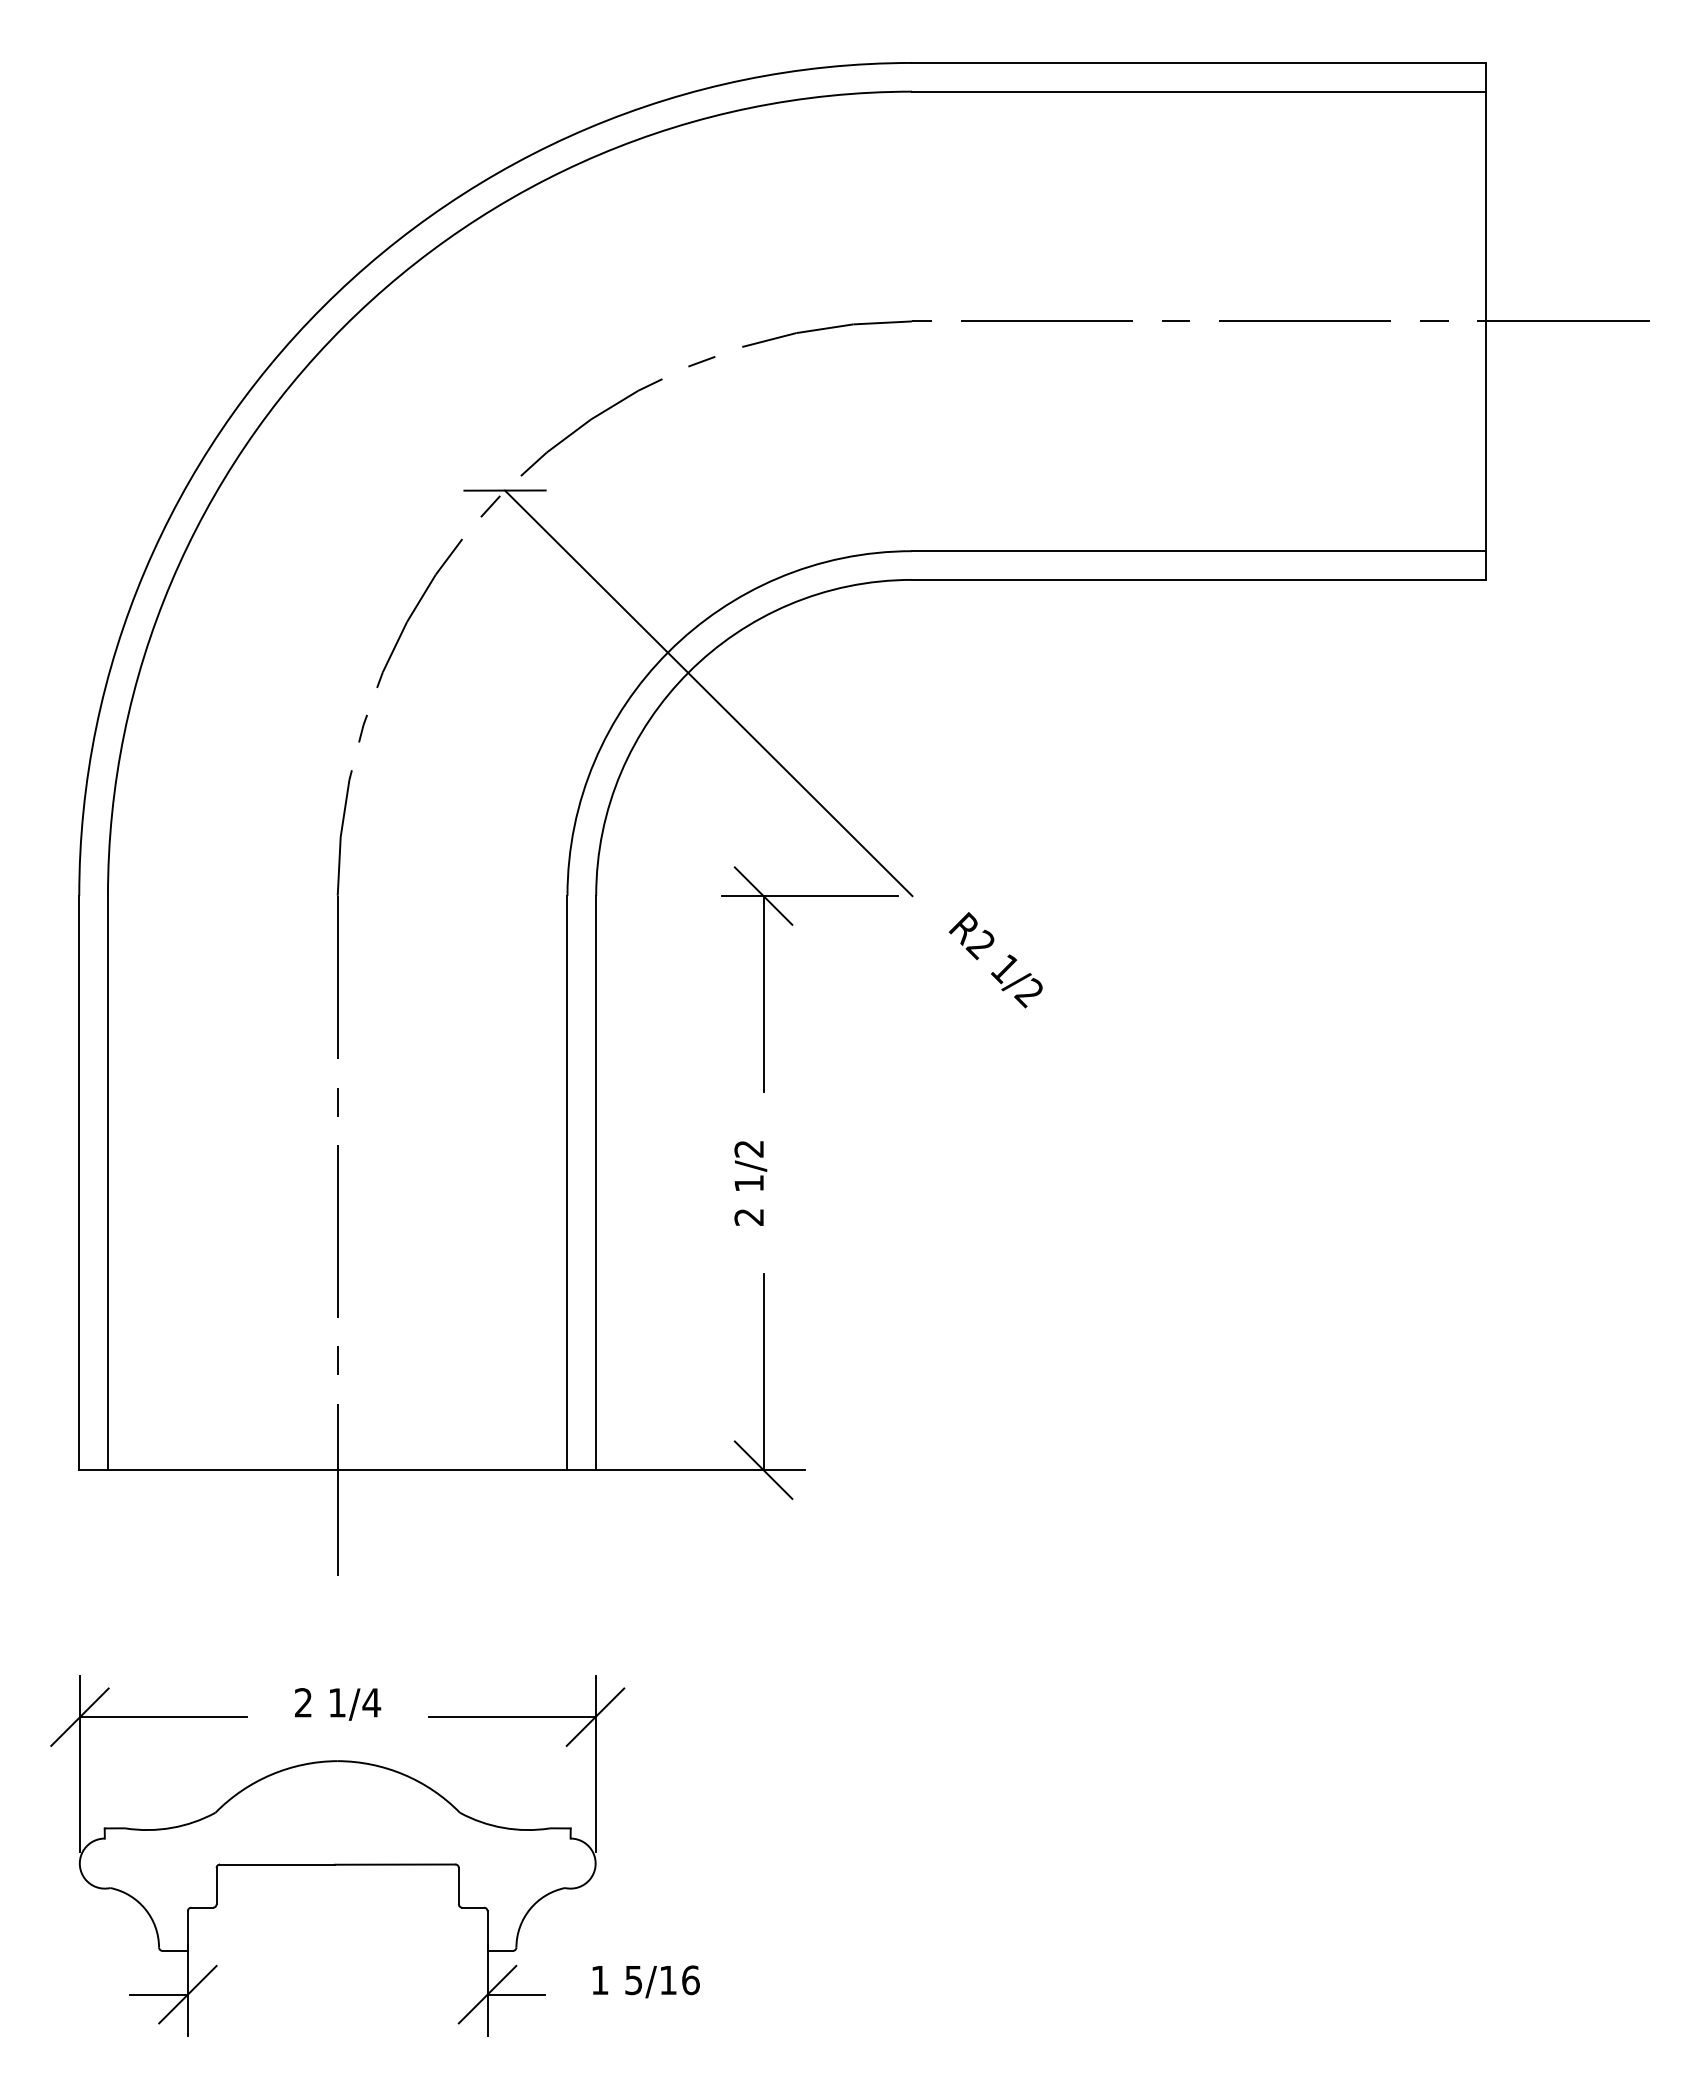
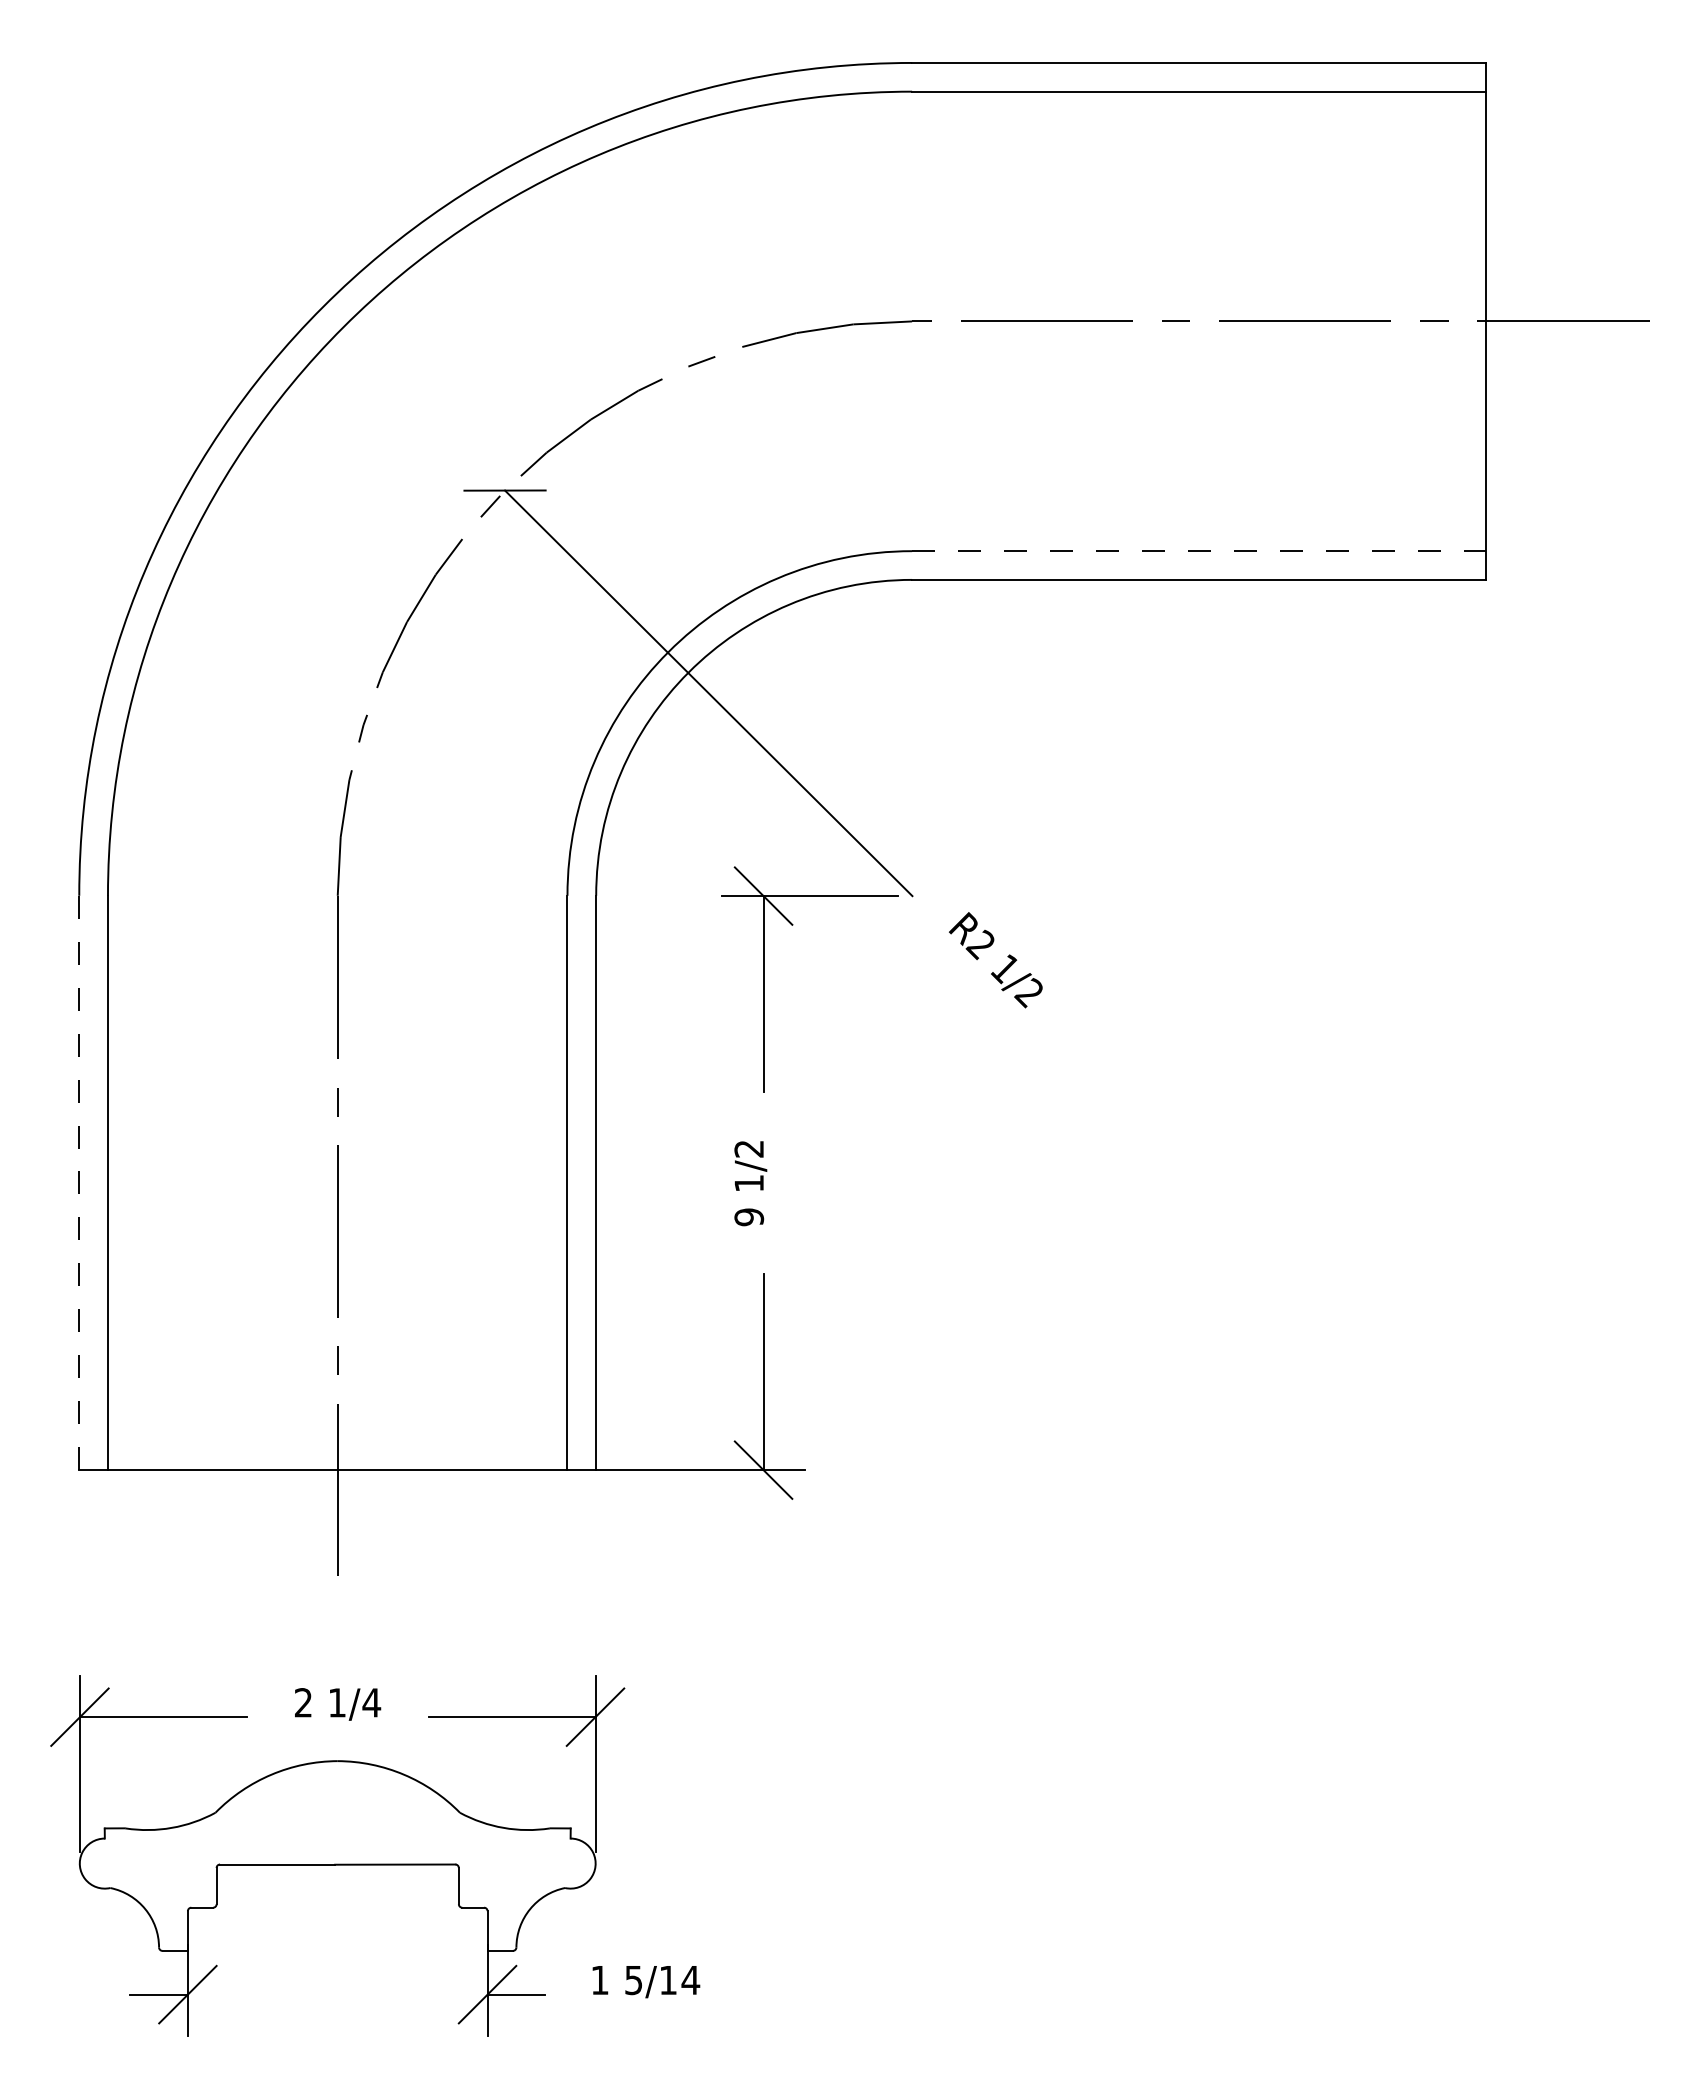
line at (1198, 551): solid -> dashed
line at (79, 1182): solid -> dashed
text at (749, 1217): 2 -> 9
text at (690, 1980): 5/16 -> 5/14
